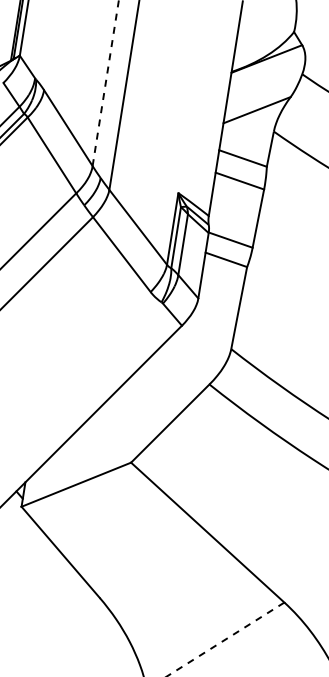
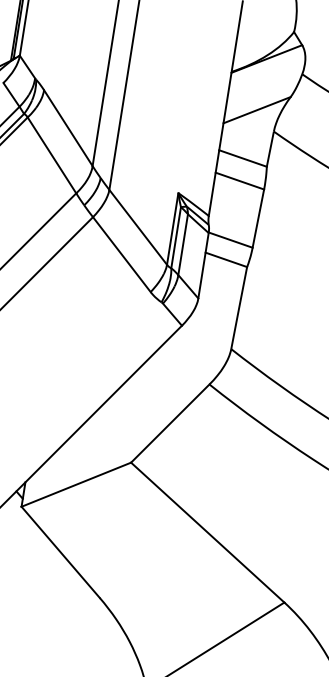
line at (105, 83): dashed -> solid
line at (225, 639): dashed -> solid
